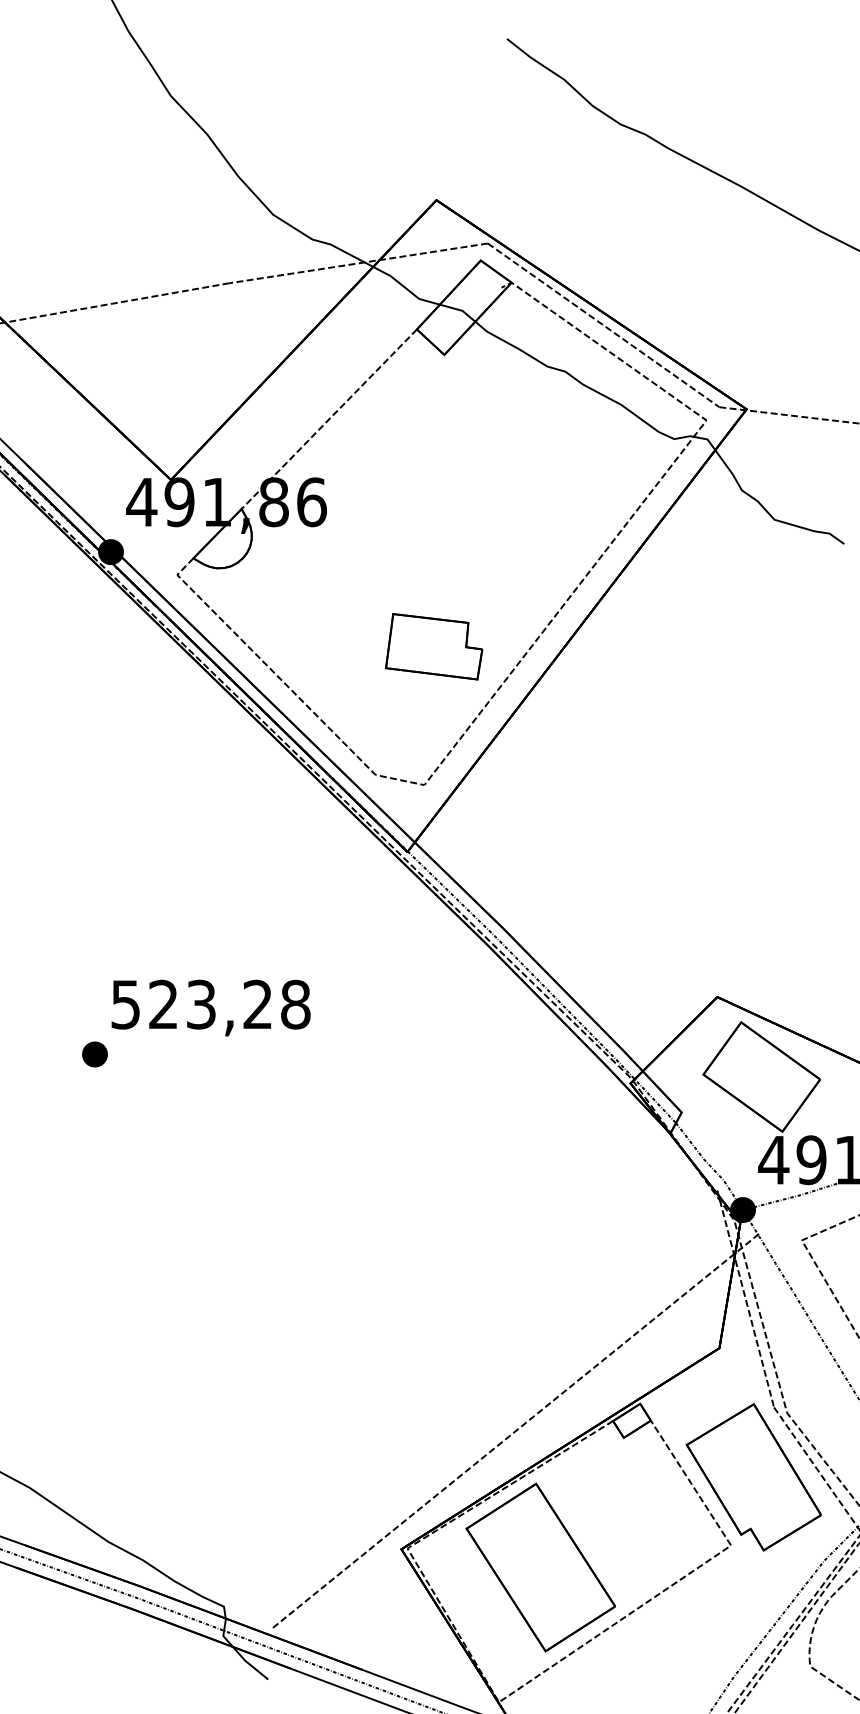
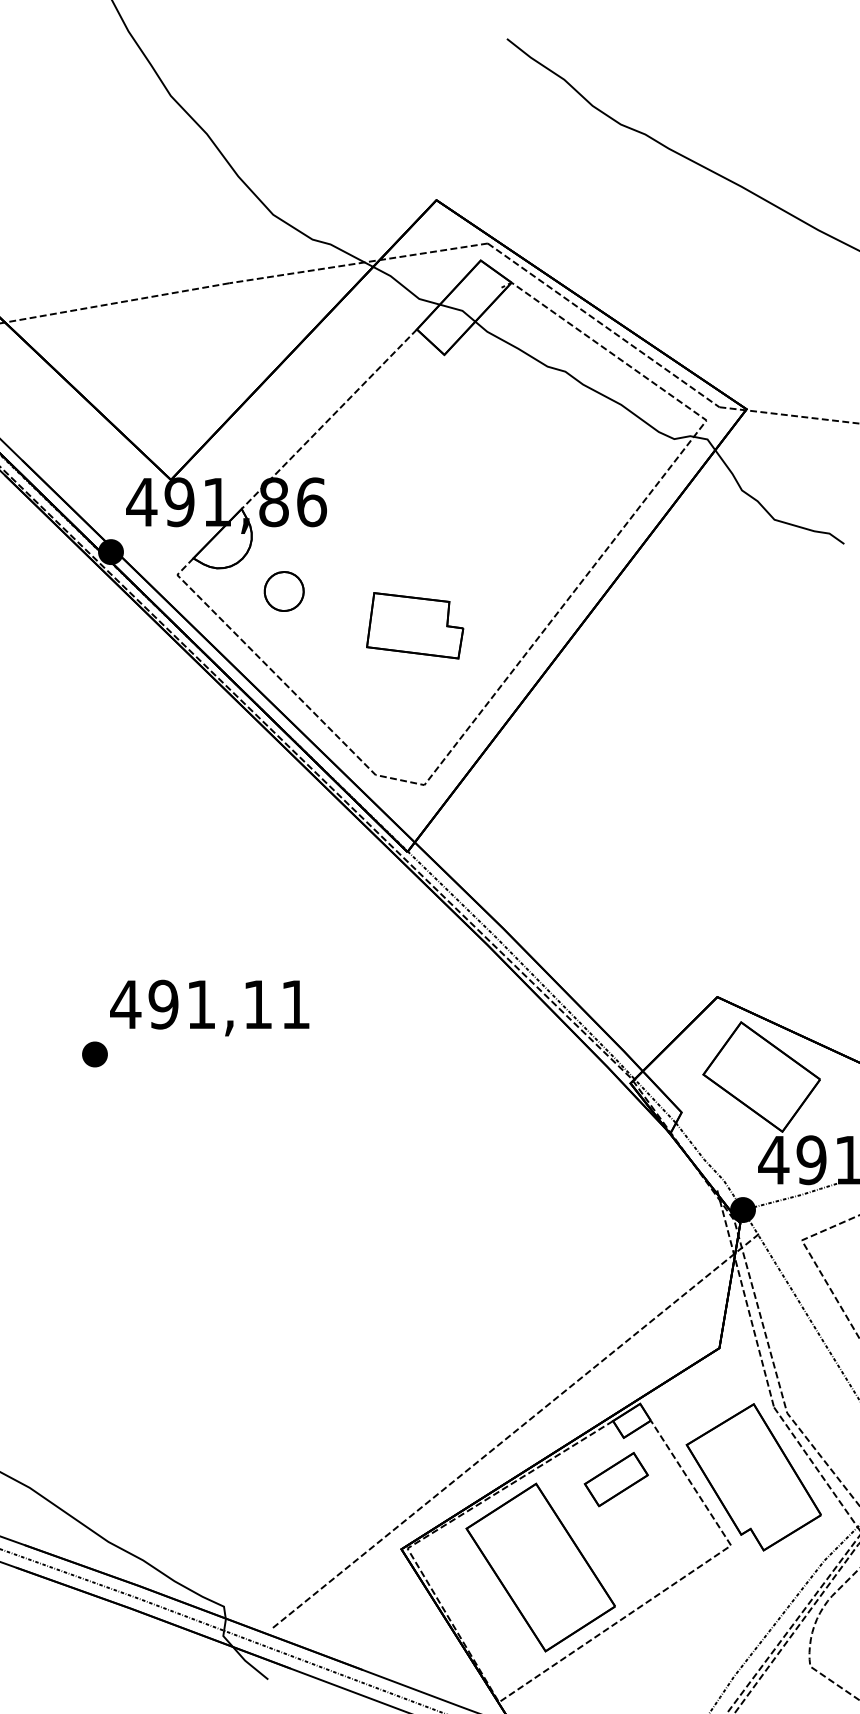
part at (283, 591): none -> present
part at (434, 646) position: (434, 646) -> (415, 625)
text at (210, 1004): 523,28 -> 491,11
part at (615, 1479): none -> present
